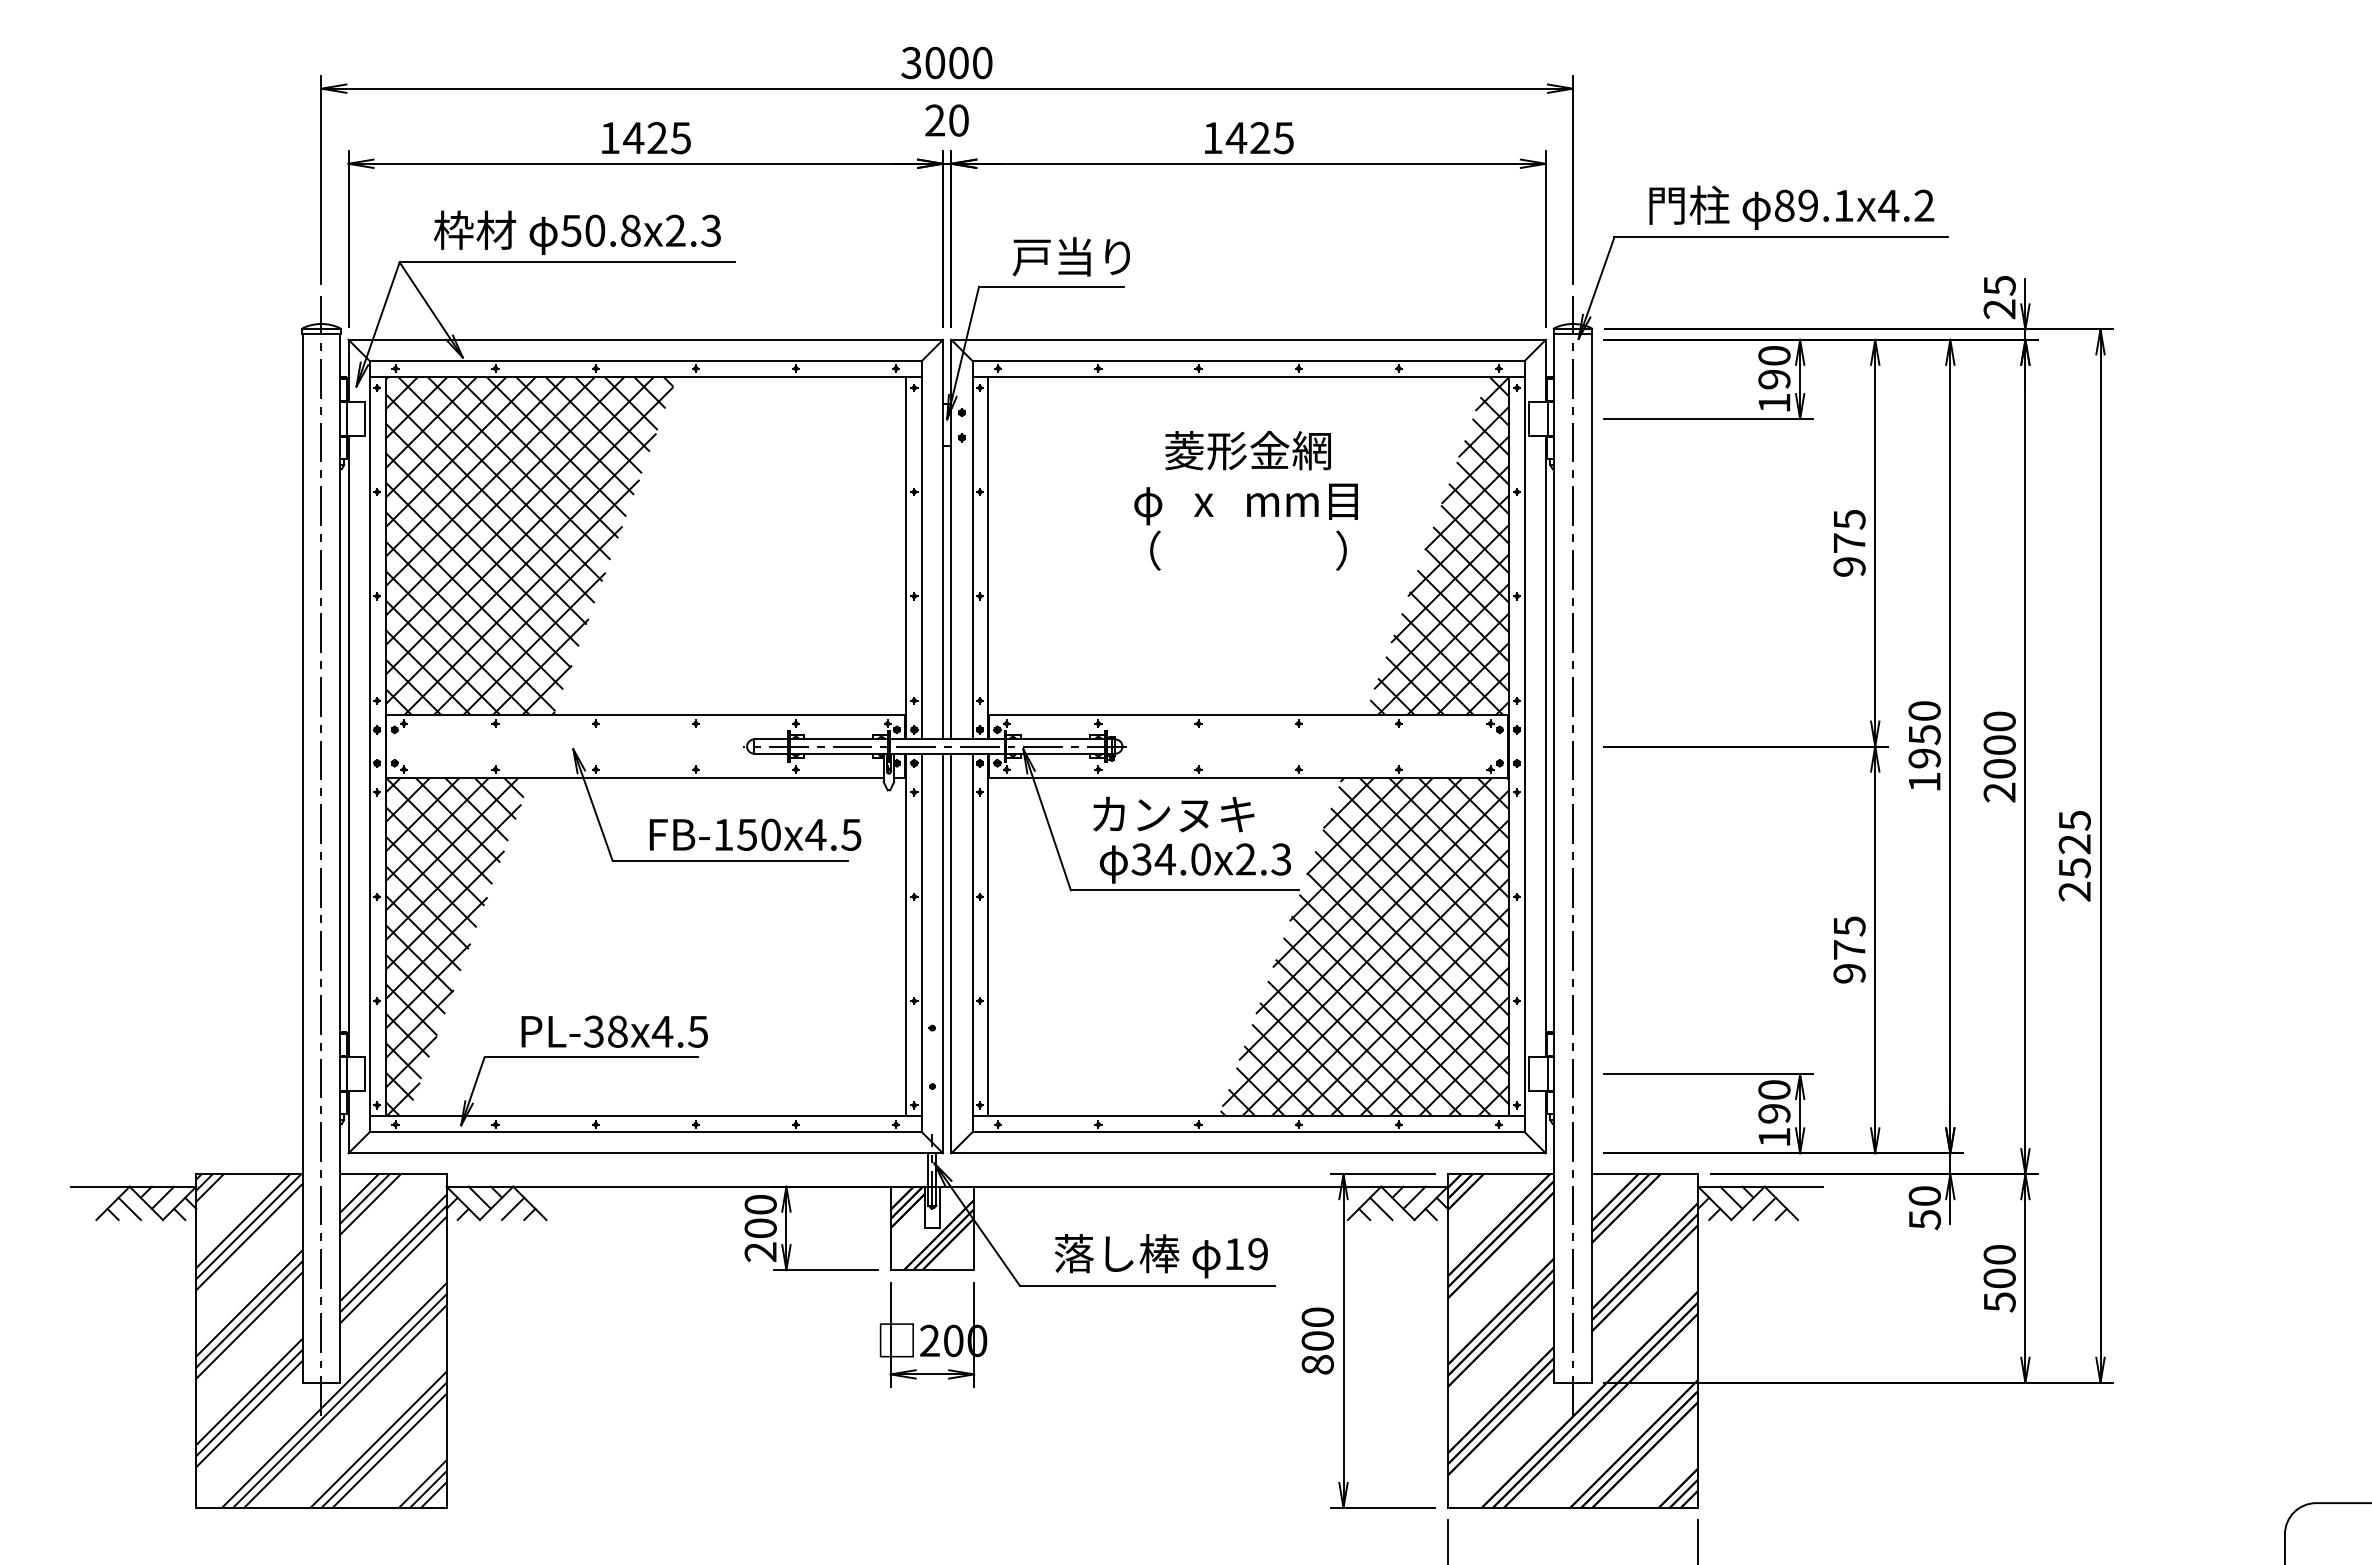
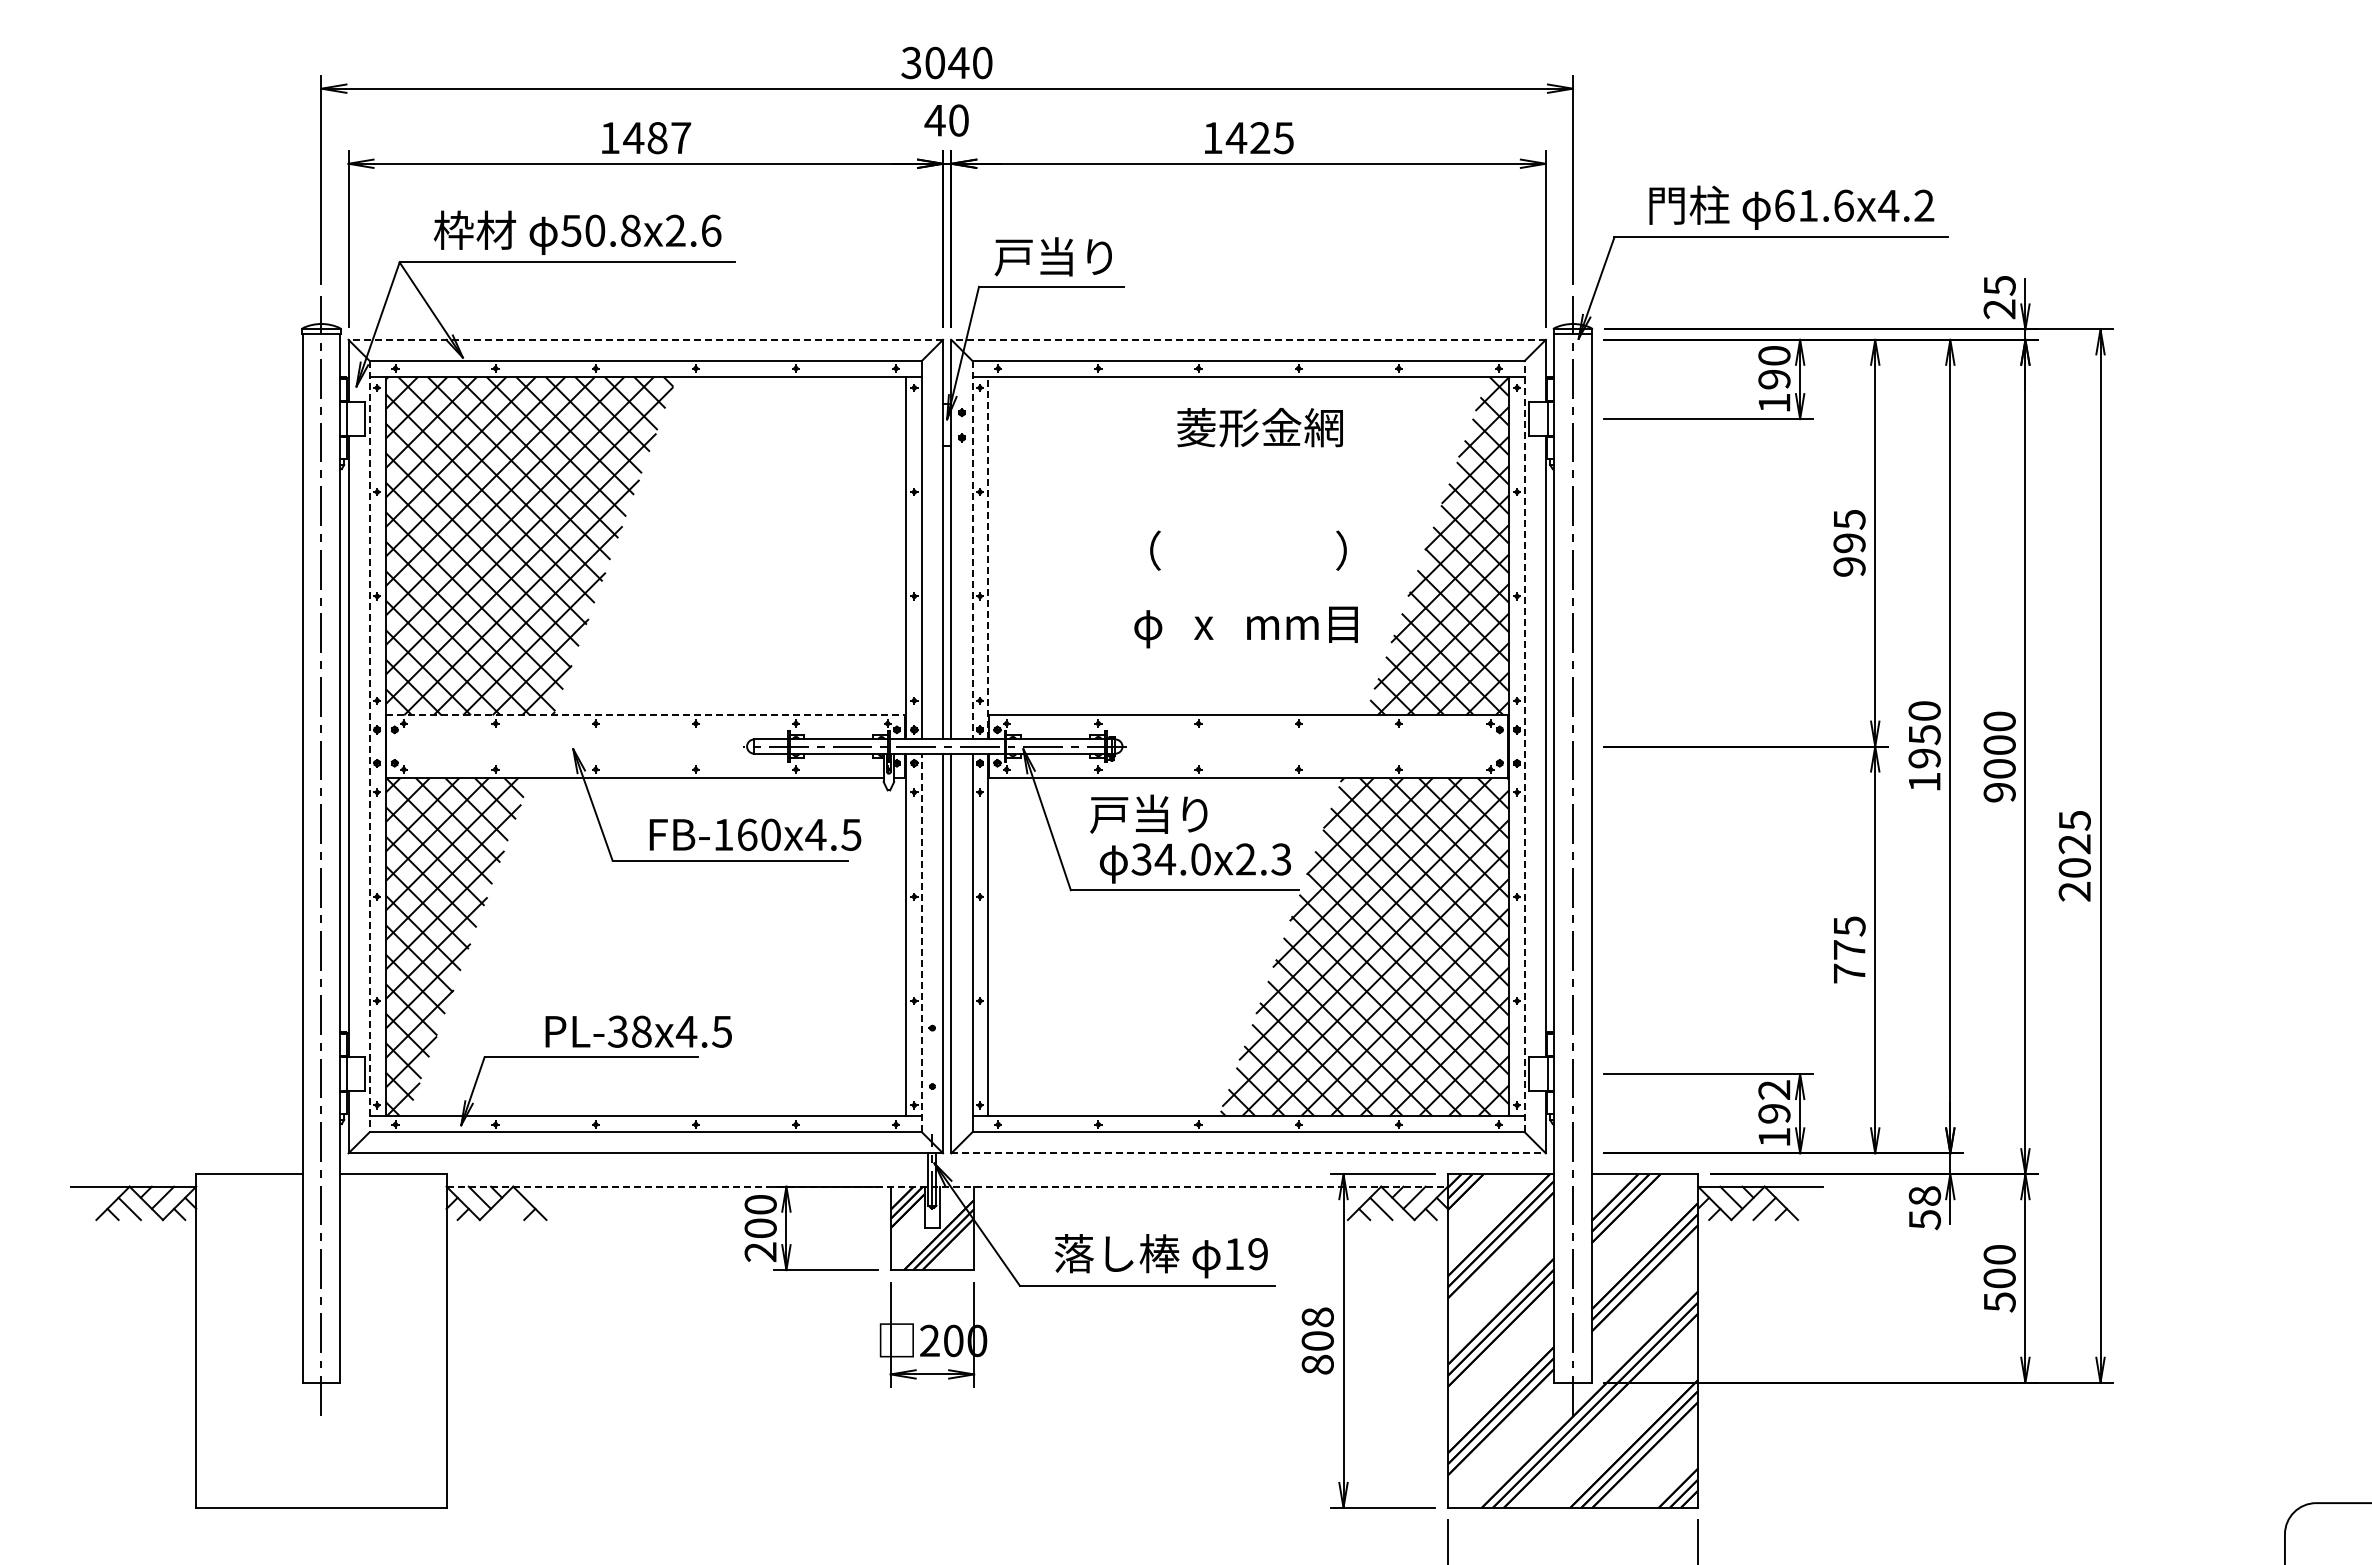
text at (958, 62): 3000 -> 3040
text at (934, 120): 20 -> 40
text at (669, 138): 1425 -> 1487
text at (1814, 205): 89.1x4.2 -> 61.6x4.2
text at (711, 230): 50.8x2.3 -> 50.8x2.6
text at (1070, 256) position: (1070, 256) -> (1052, 256)
line at (645, 339): solid -> dashed
line at (1248, 339): solid -> dashed
text at (1247, 450) position: (1247, 450) -> (1259, 427)
text at (1245, 504) position: (1245, 504) -> (1245, 627)
text at (1849, 543): 975 -> 995
line at (972, 550): solid -> dashed
line at (988, 557): solid -> dashed
line at (646, 715): solid -> dashed
line at (369, 746): solid -> dashed
line at (1524, 746): solid -> dashed
text at (1999, 792): 2000 -> 9000
text at (1172, 813): カンヌキ -> 戸当り
text at (747, 834): FB-150x4.5 -> FB-160x4.5
text at (2074, 868): 2525 -> 2025
line at (921, 942): solid -> dashed
text at (1849, 973): 975 -> 775
text at (614, 1031) position: (614, 1031) -> (638, 1031)
text at (1774, 1089): 190 -> 192
line at (1249, 1153): solid -> dashed
line at (947, 1186): solid -> dashed
text at (1924, 1195): 50 -> 58
line at (513, 1208): present -> none
text at (1317, 1317): 800 -> 808
hatch at (321, 1340): present -> none
